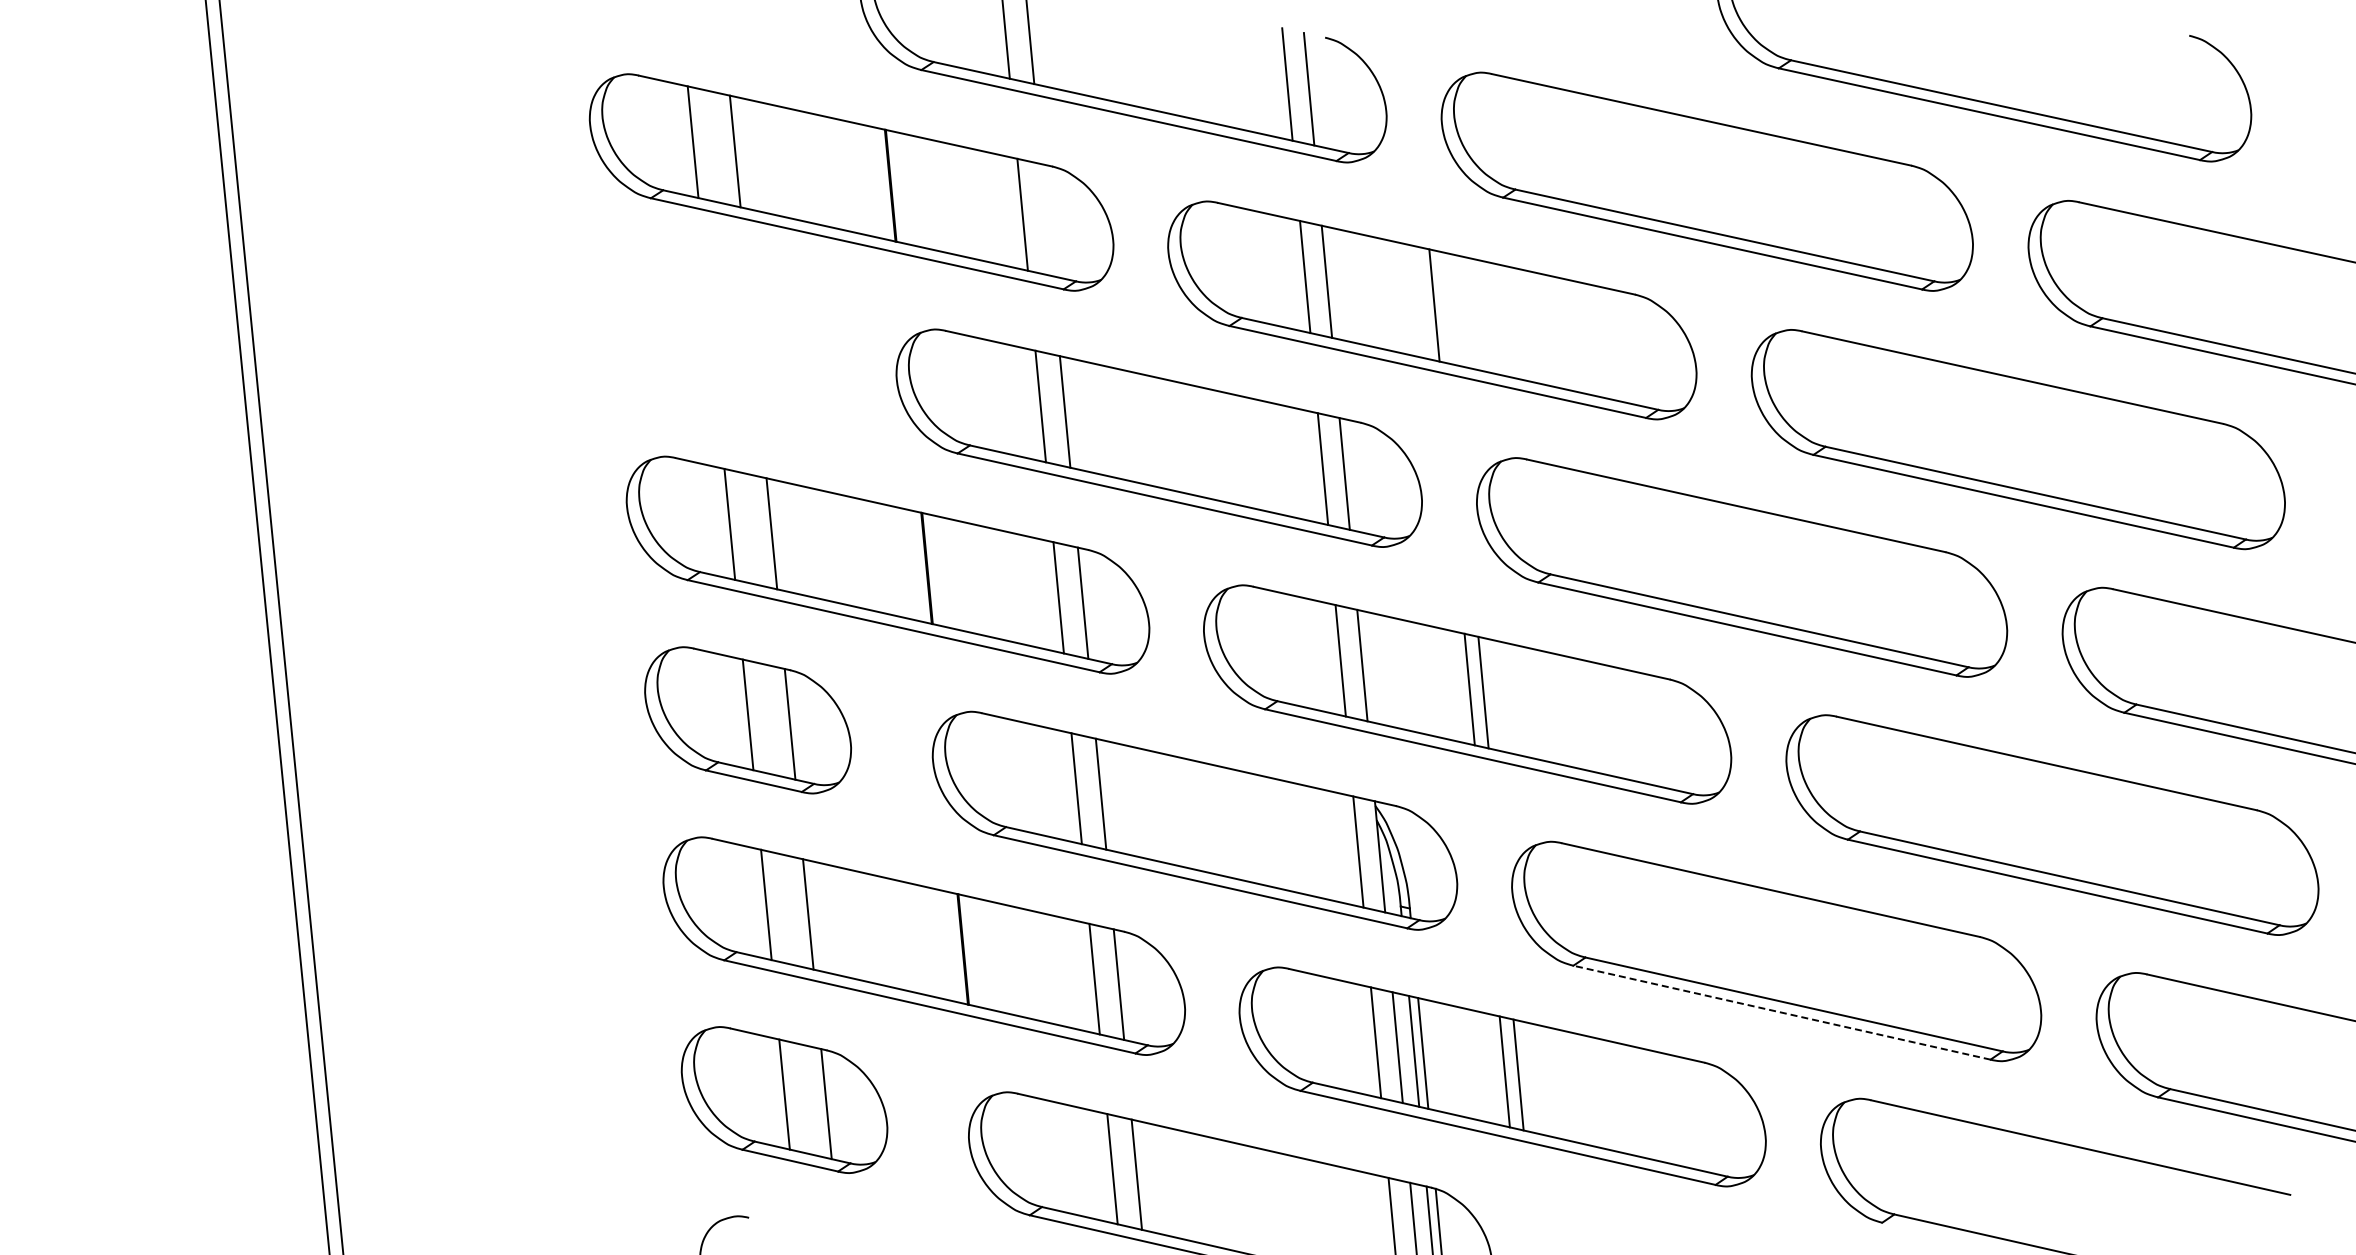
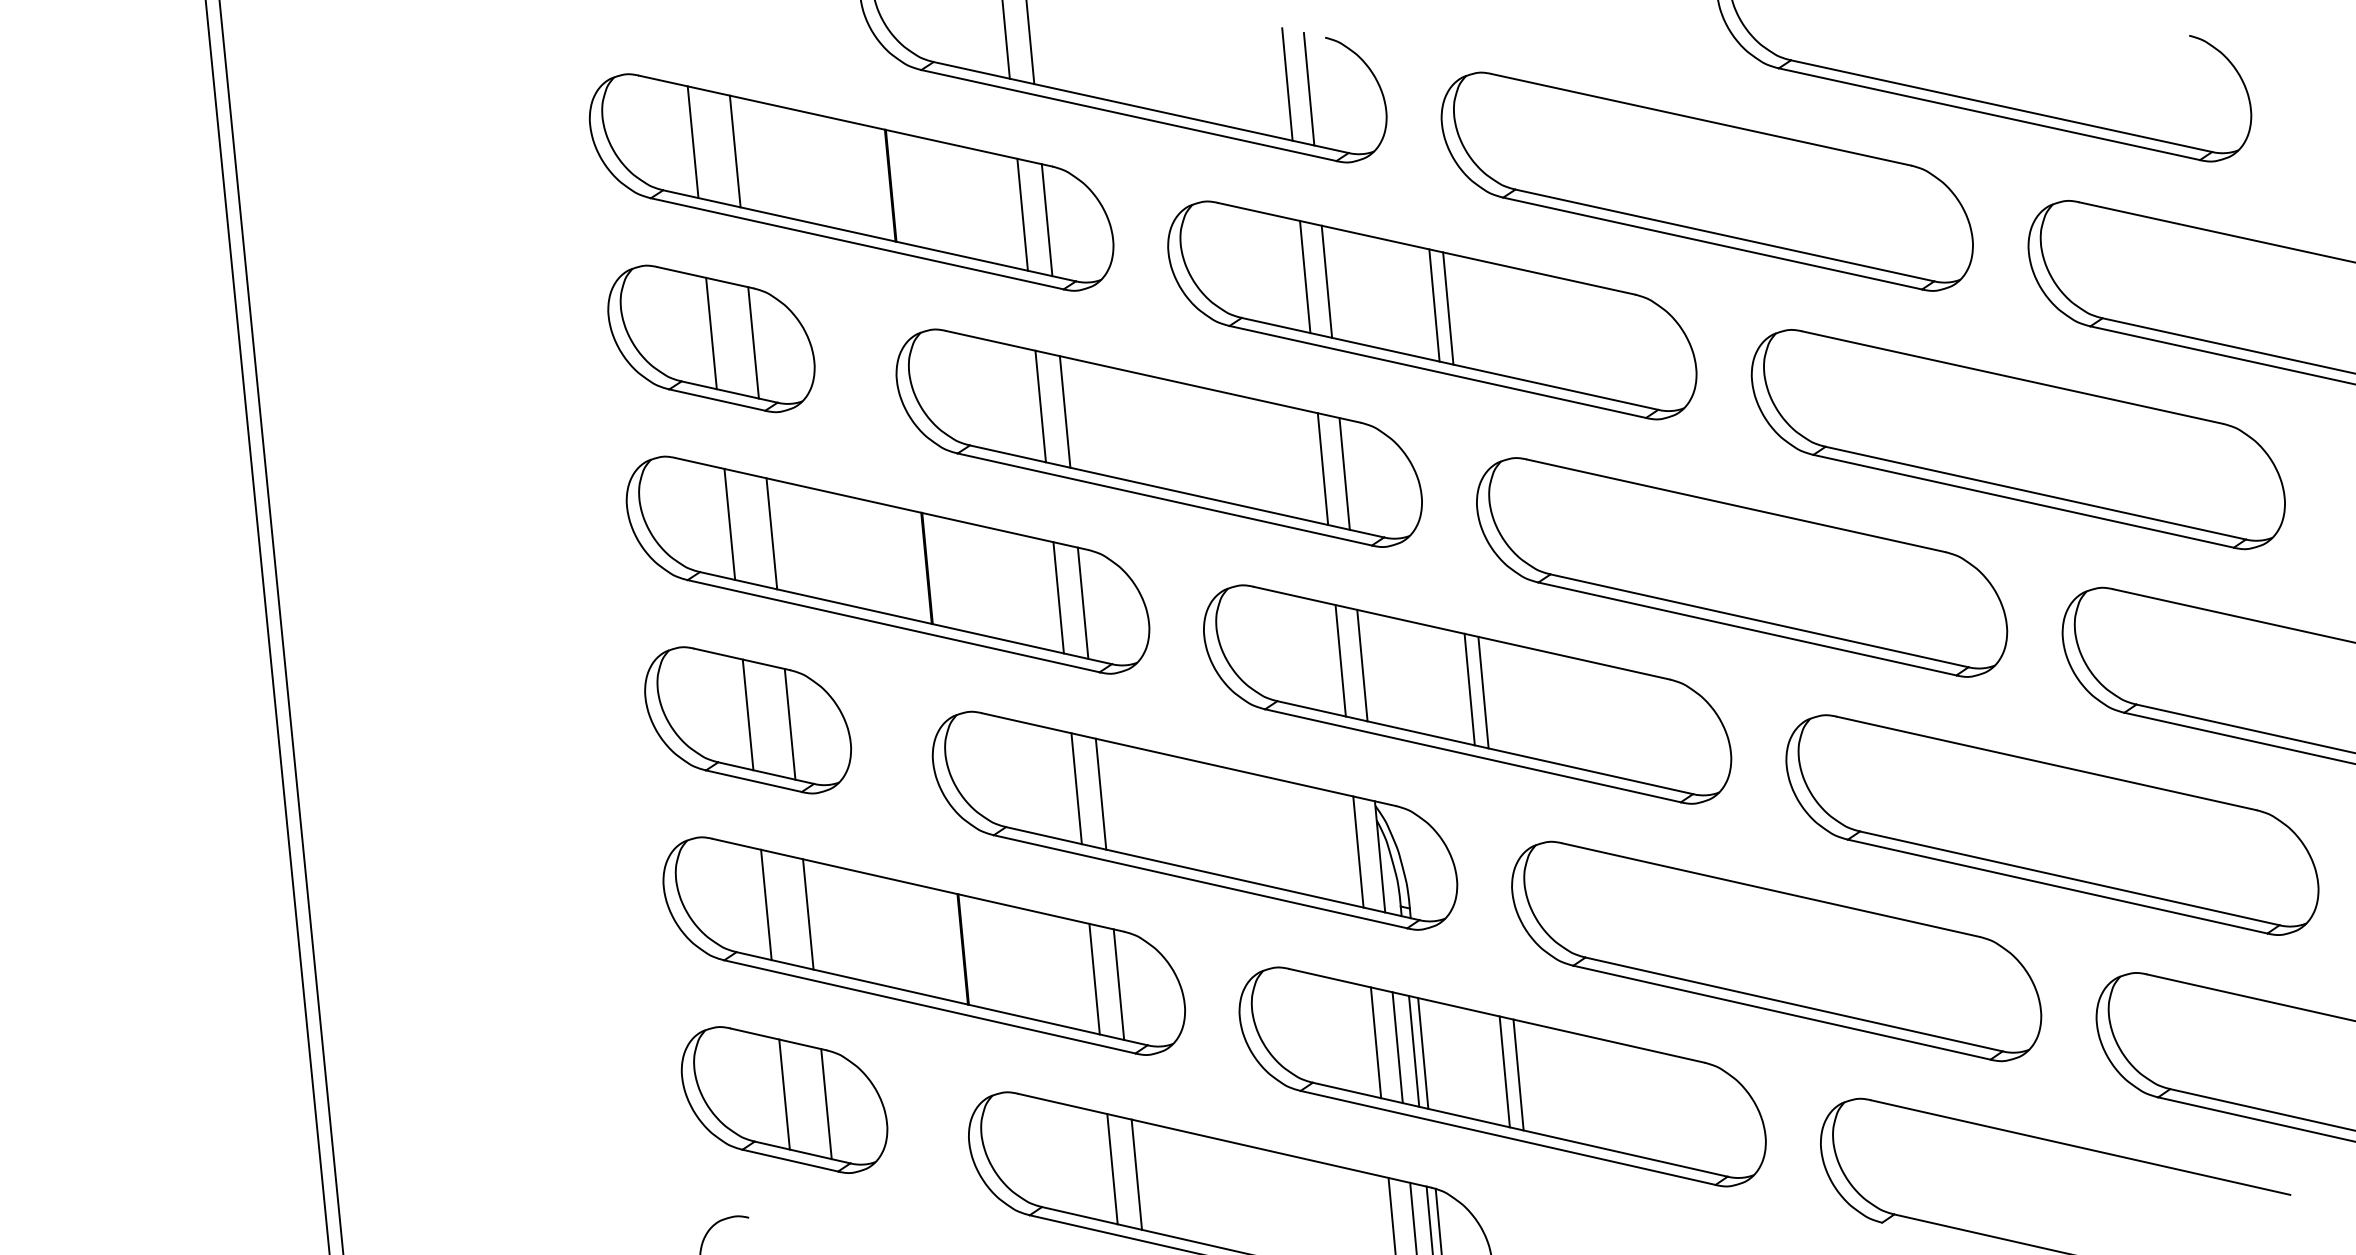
line at (1046, 220): none -> present
line at (1448, 308): none -> present
part at (711, 338): none -> present
line at (1781, 1012): dashed -> solid
